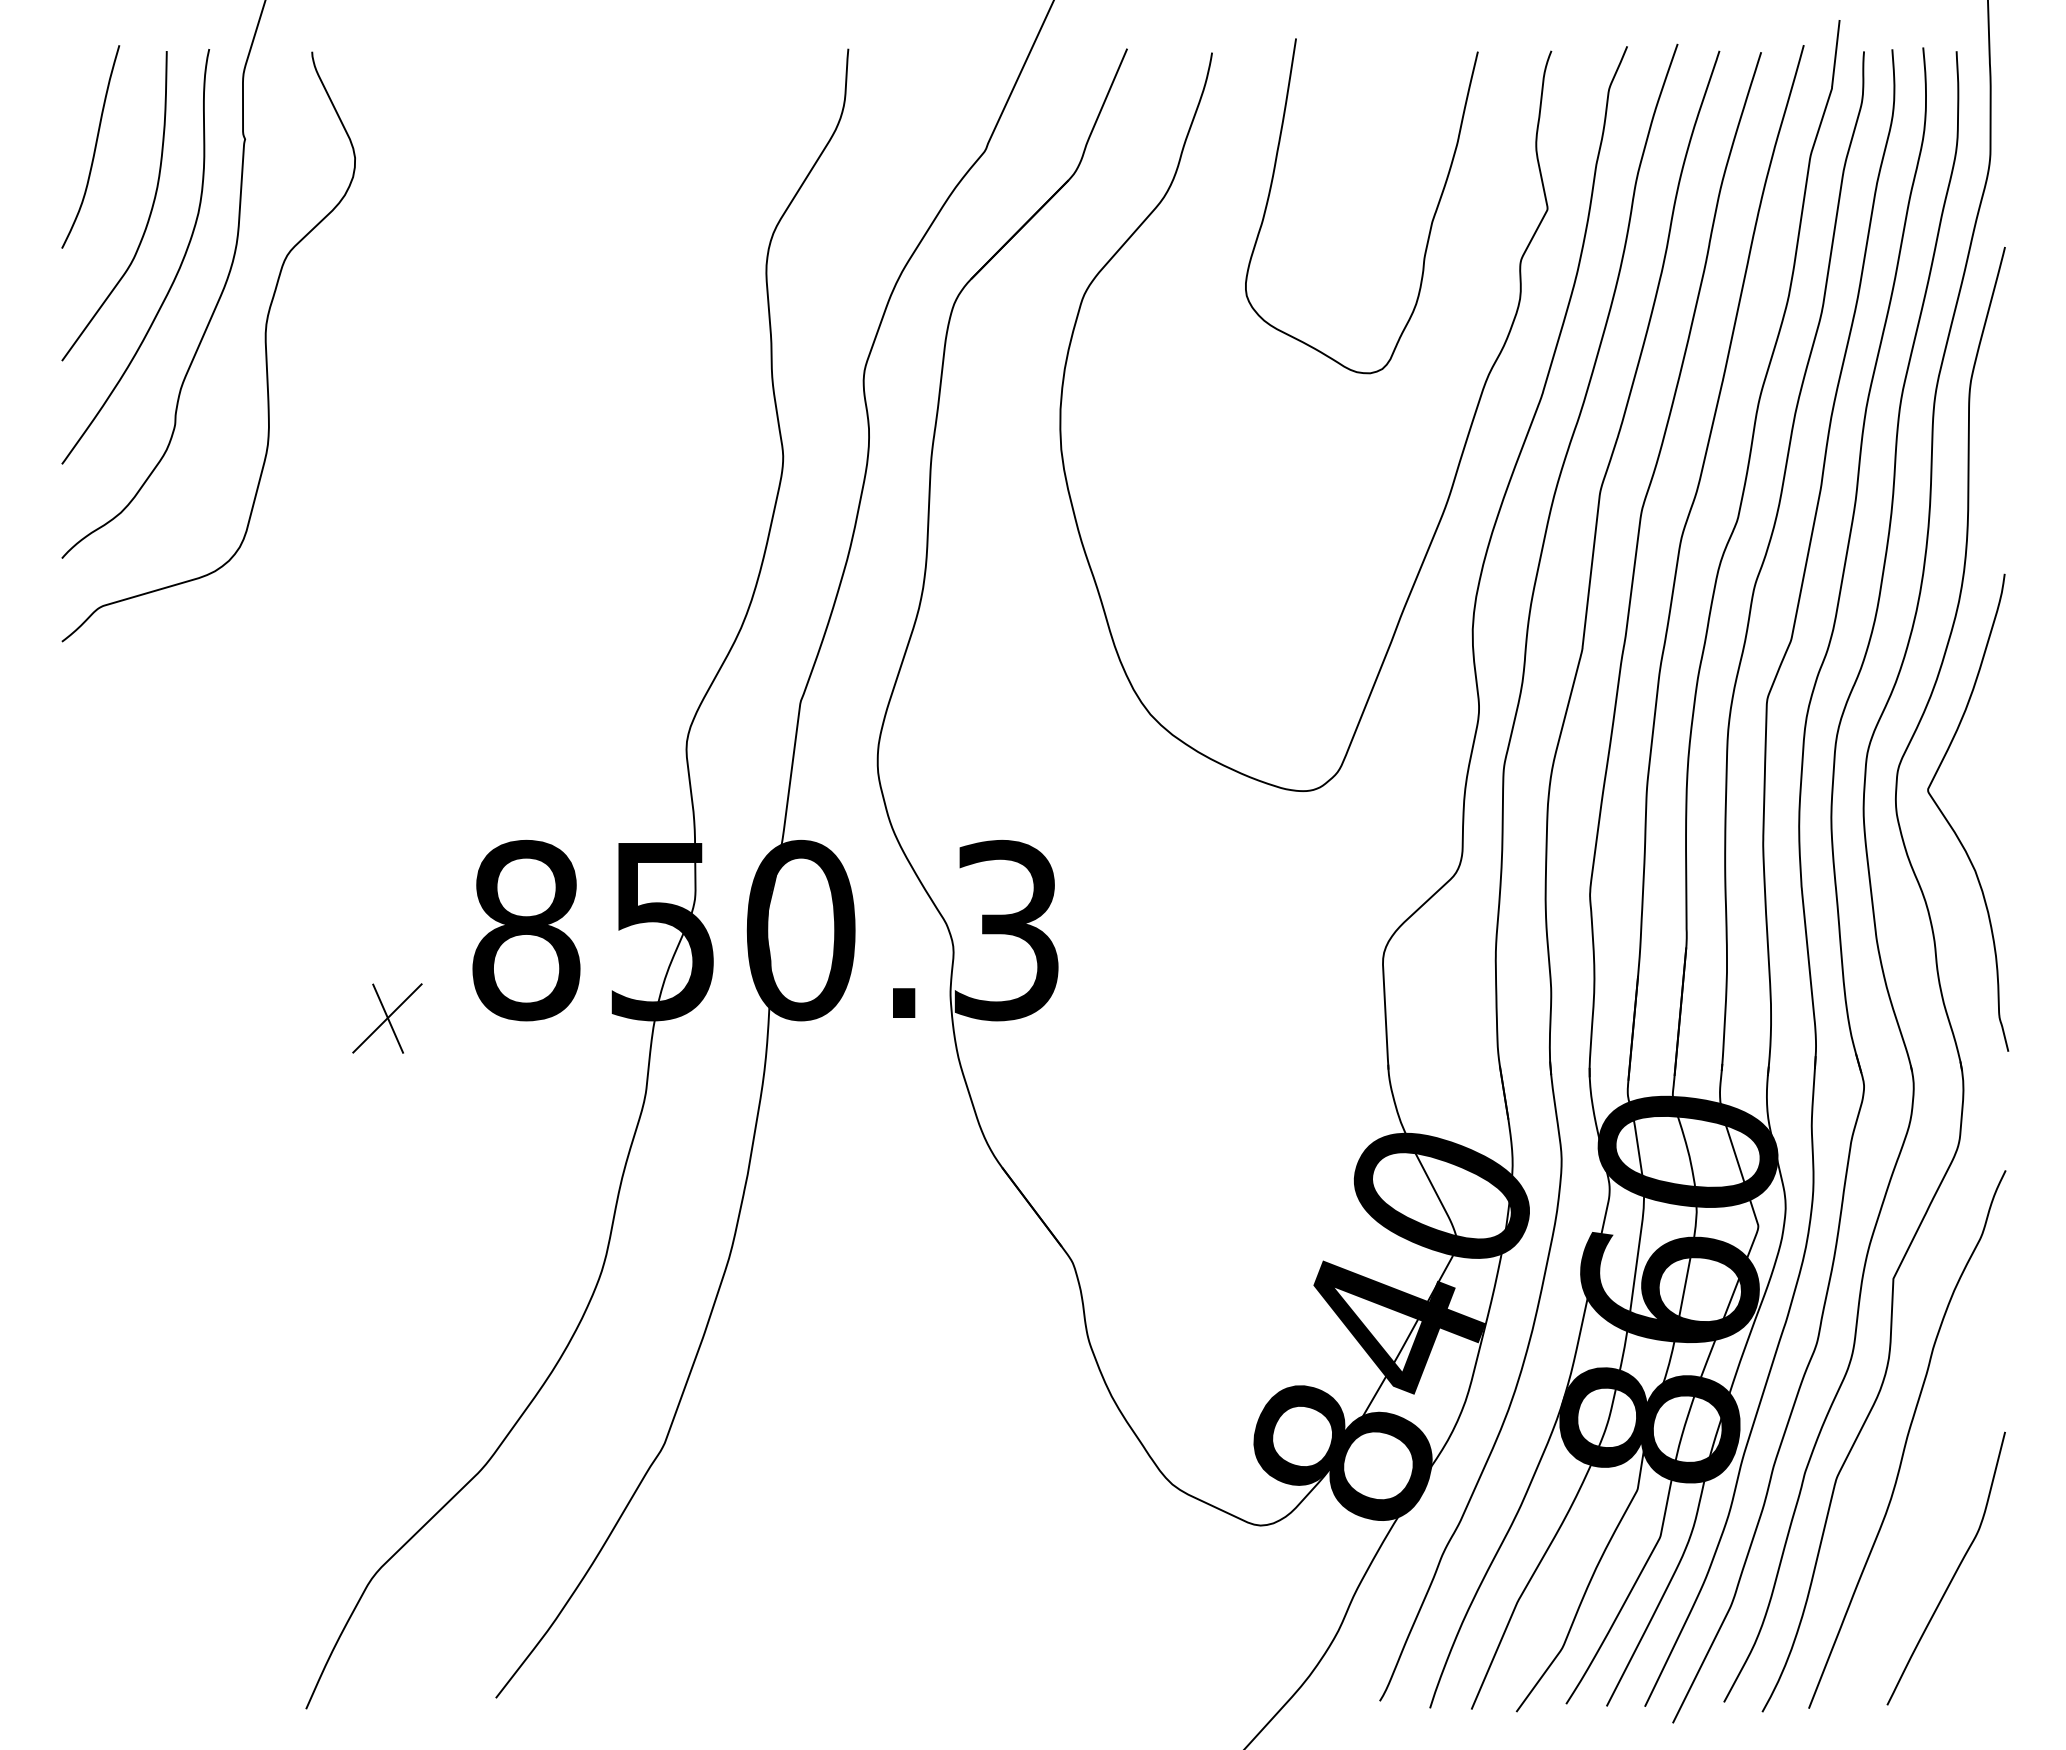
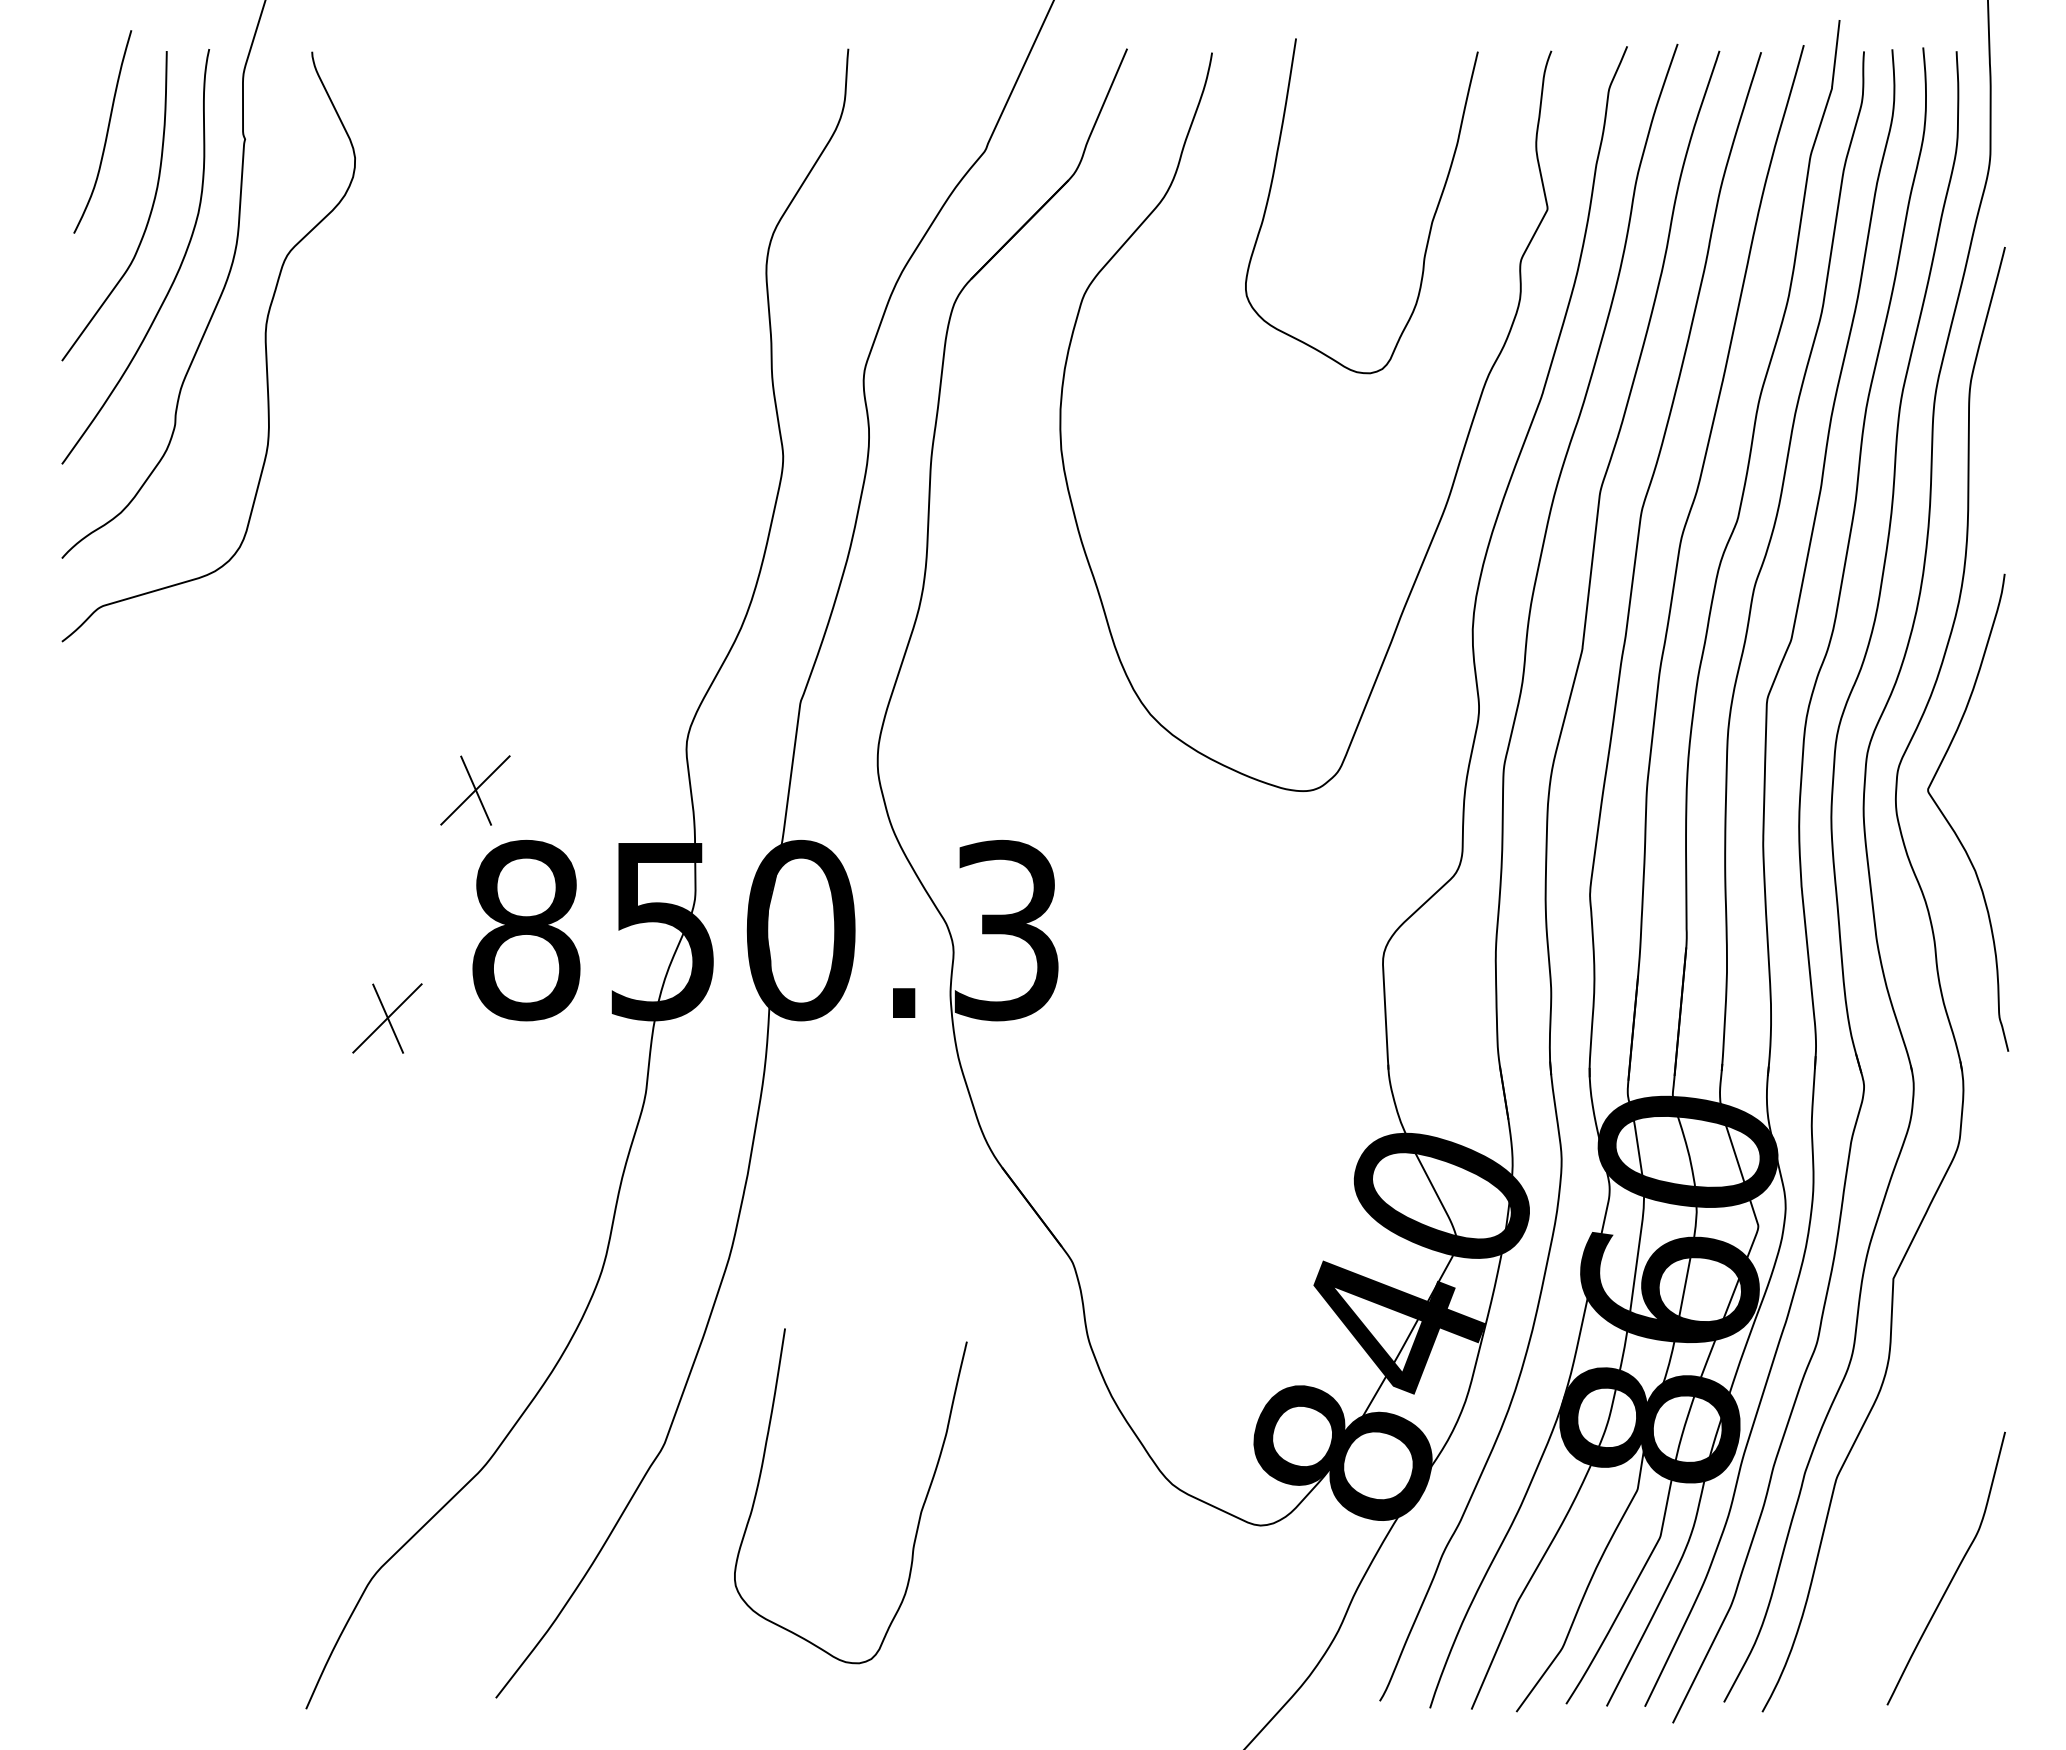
curve at (94, 146) position: (94, 146) -> (106, 131)
part at (475, 790): none -> present
curve at (1907, 1439): present -> none
curve at (919, 1514): none -> present
